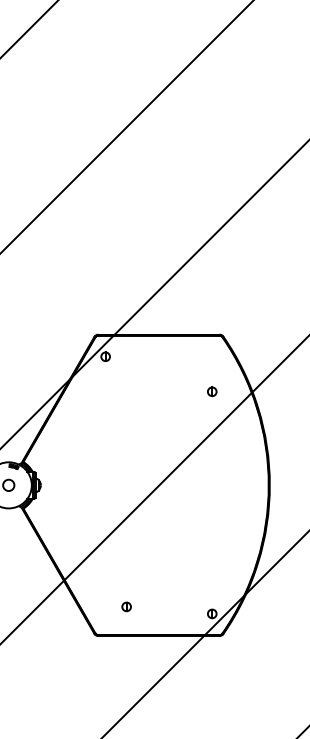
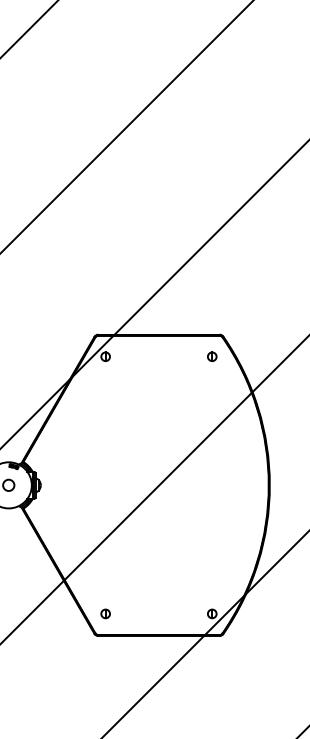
part at (212, 391) position: (212, 391) -> (212, 356)
part at (126, 606) position: (126, 606) -> (105, 613)
